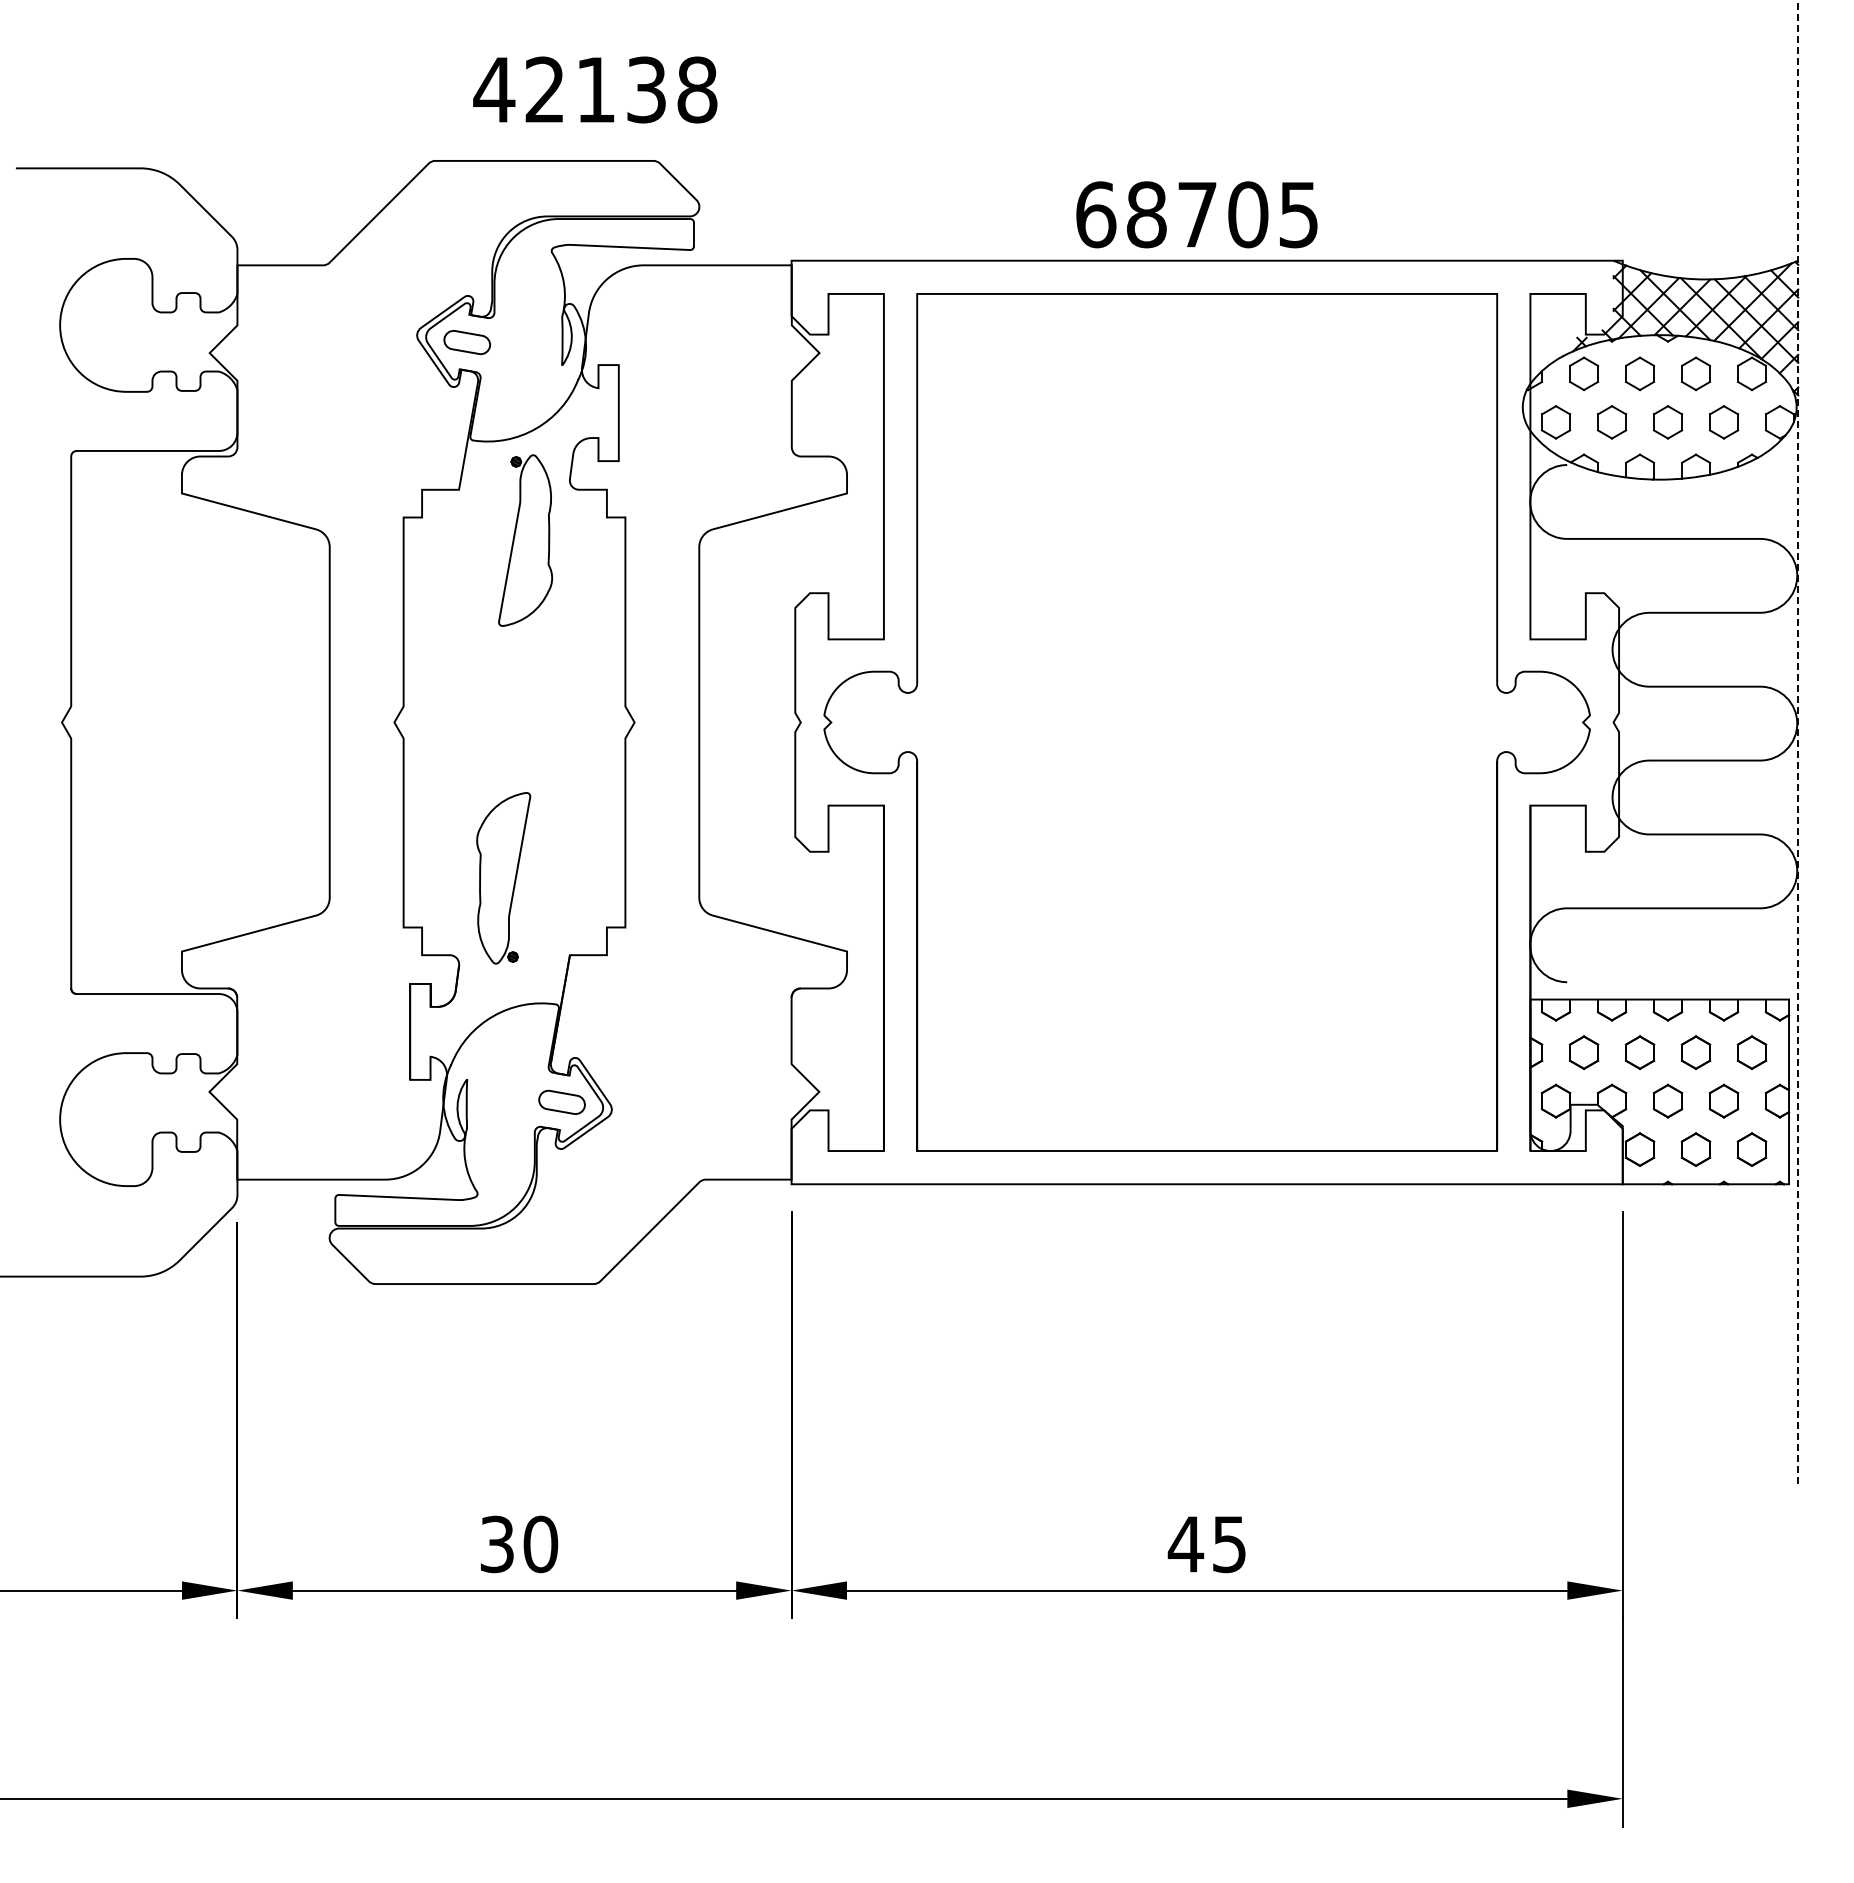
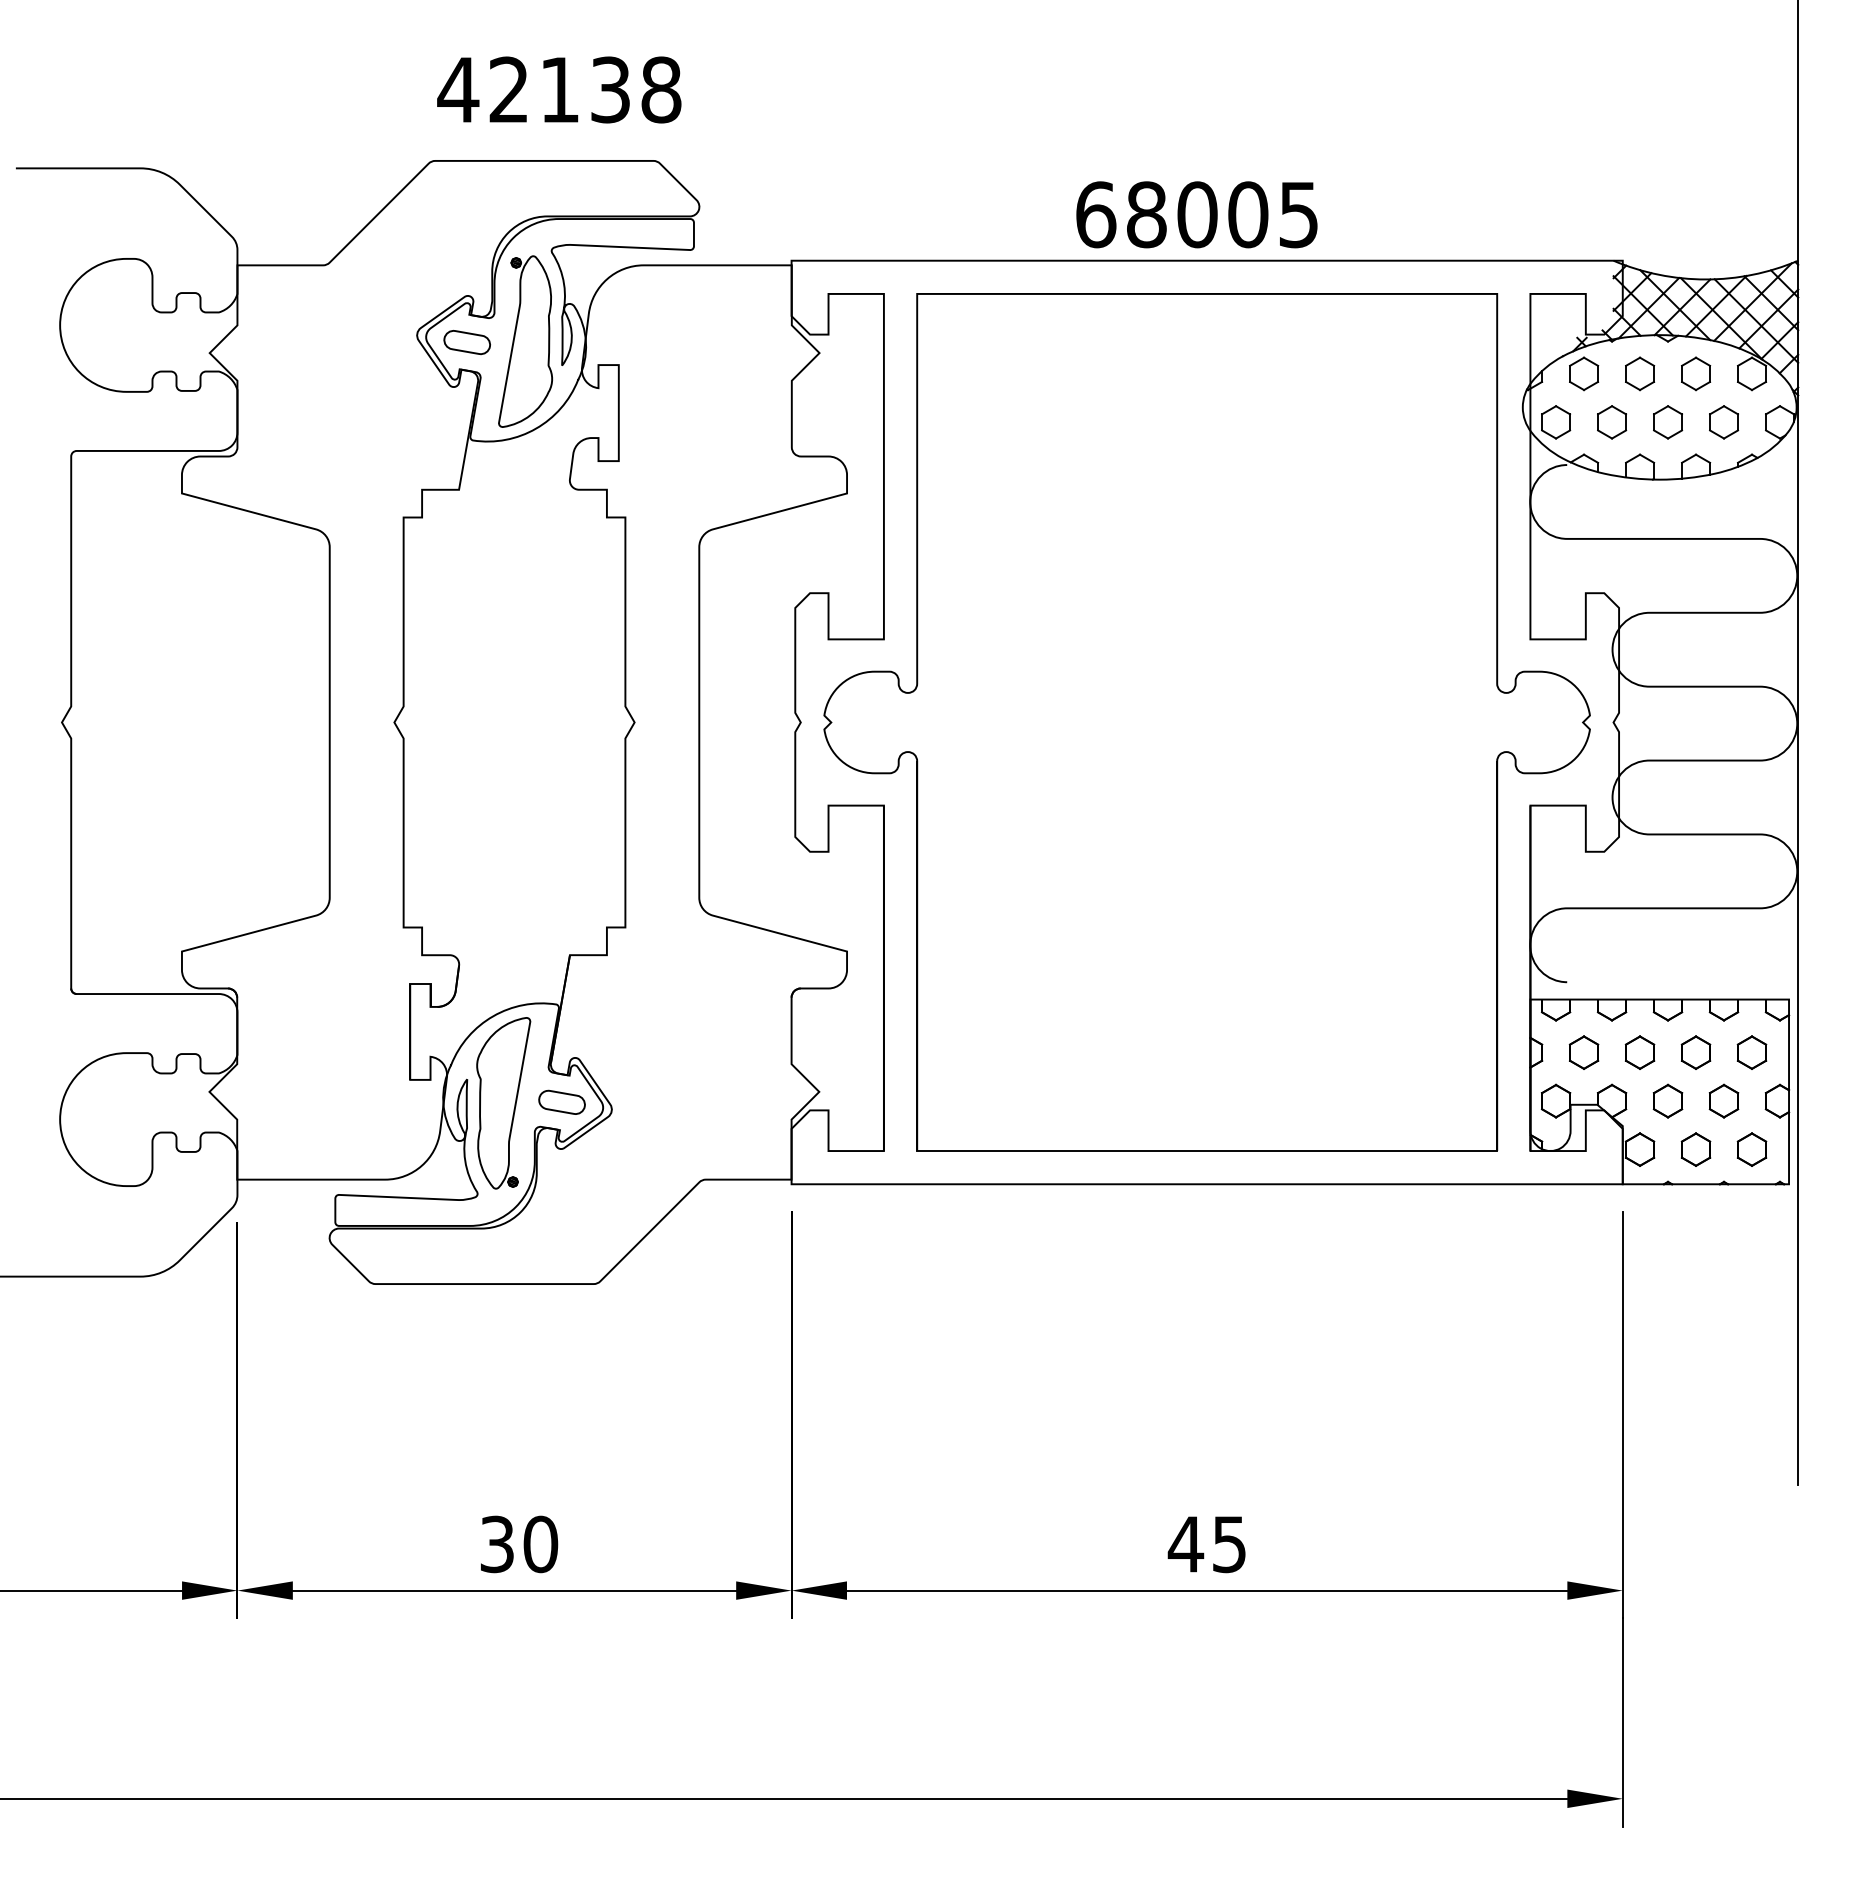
text at (595, 89) position: (595, 89) -> (559, 89)
text at (1197, 214): 68705 -> 68005
part at (525, 540) position: (525, 540) -> (525, 341)
line at (1798, 743): dashed -> solid
part at (503, 878) position: (503, 878) -> (503, 1103)
